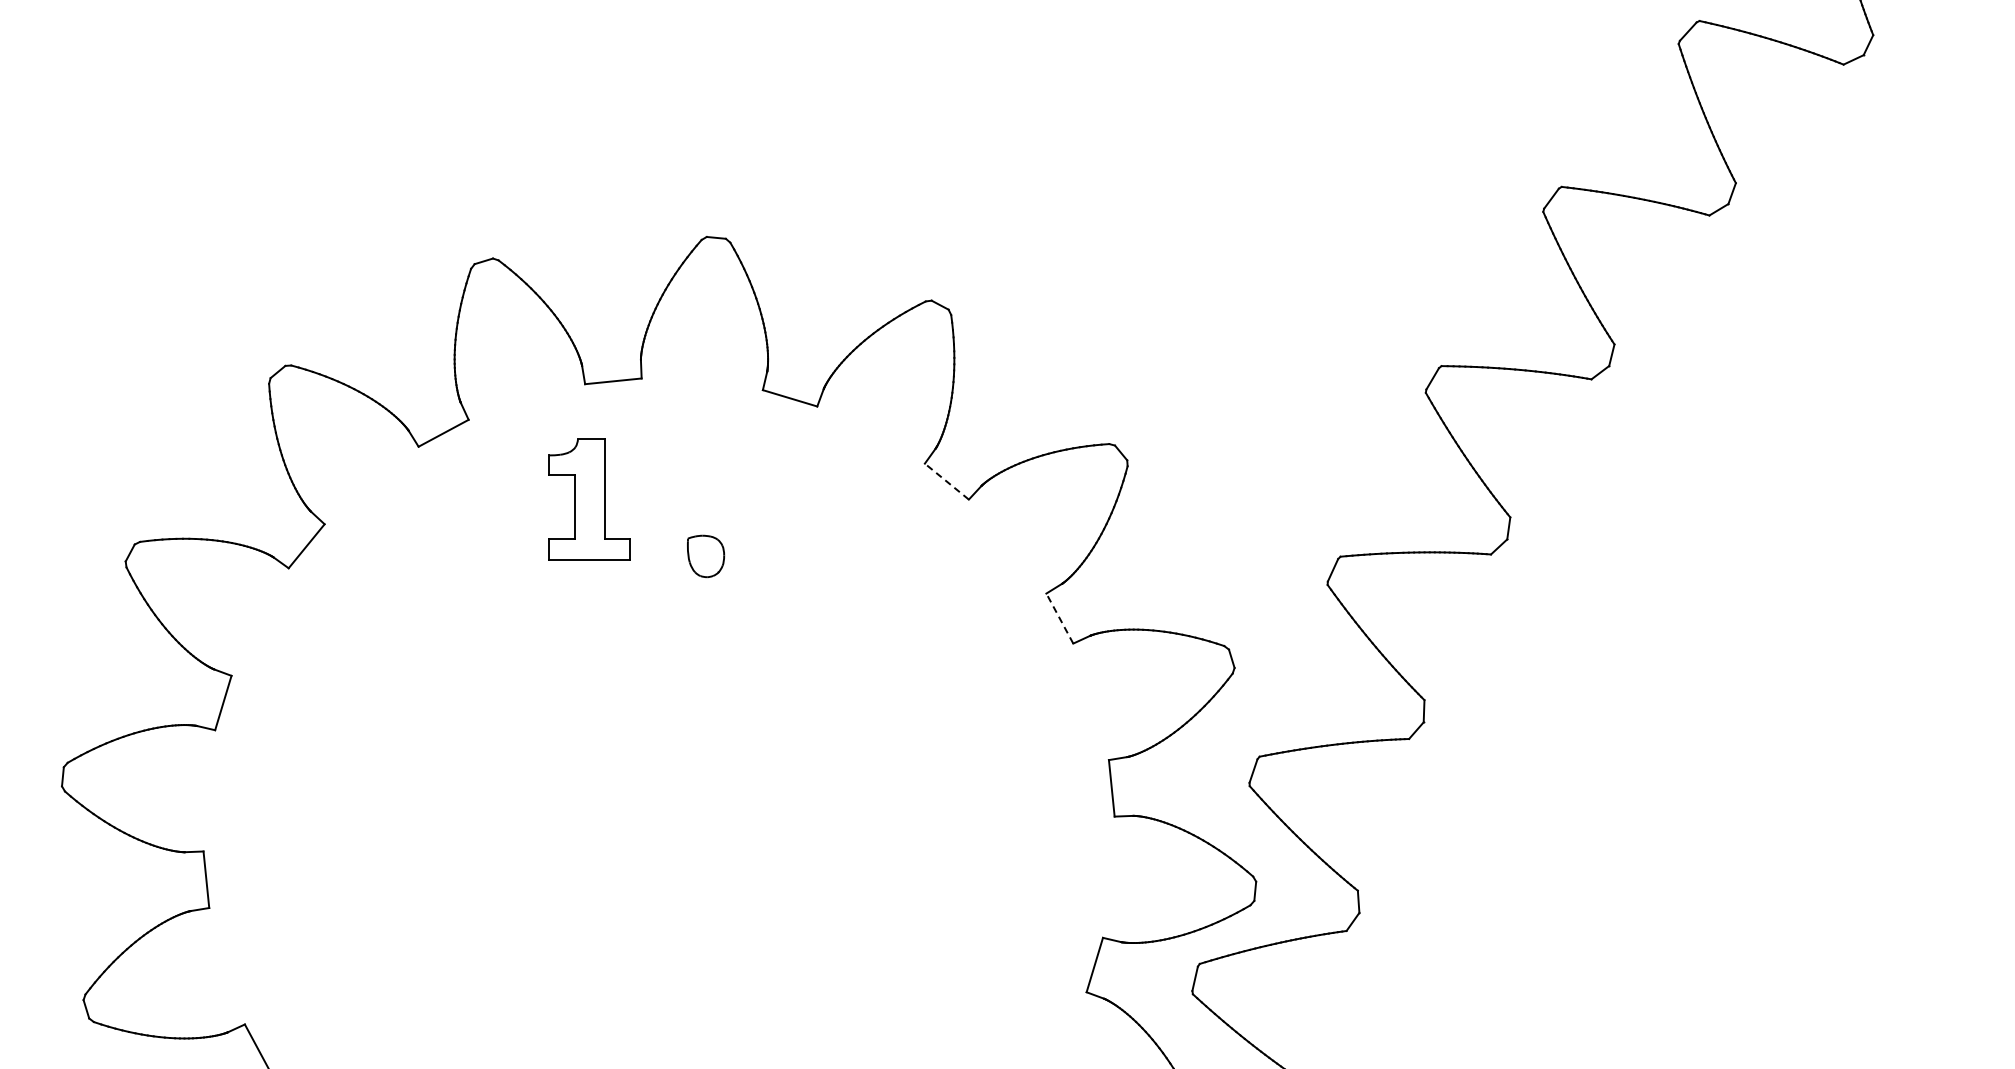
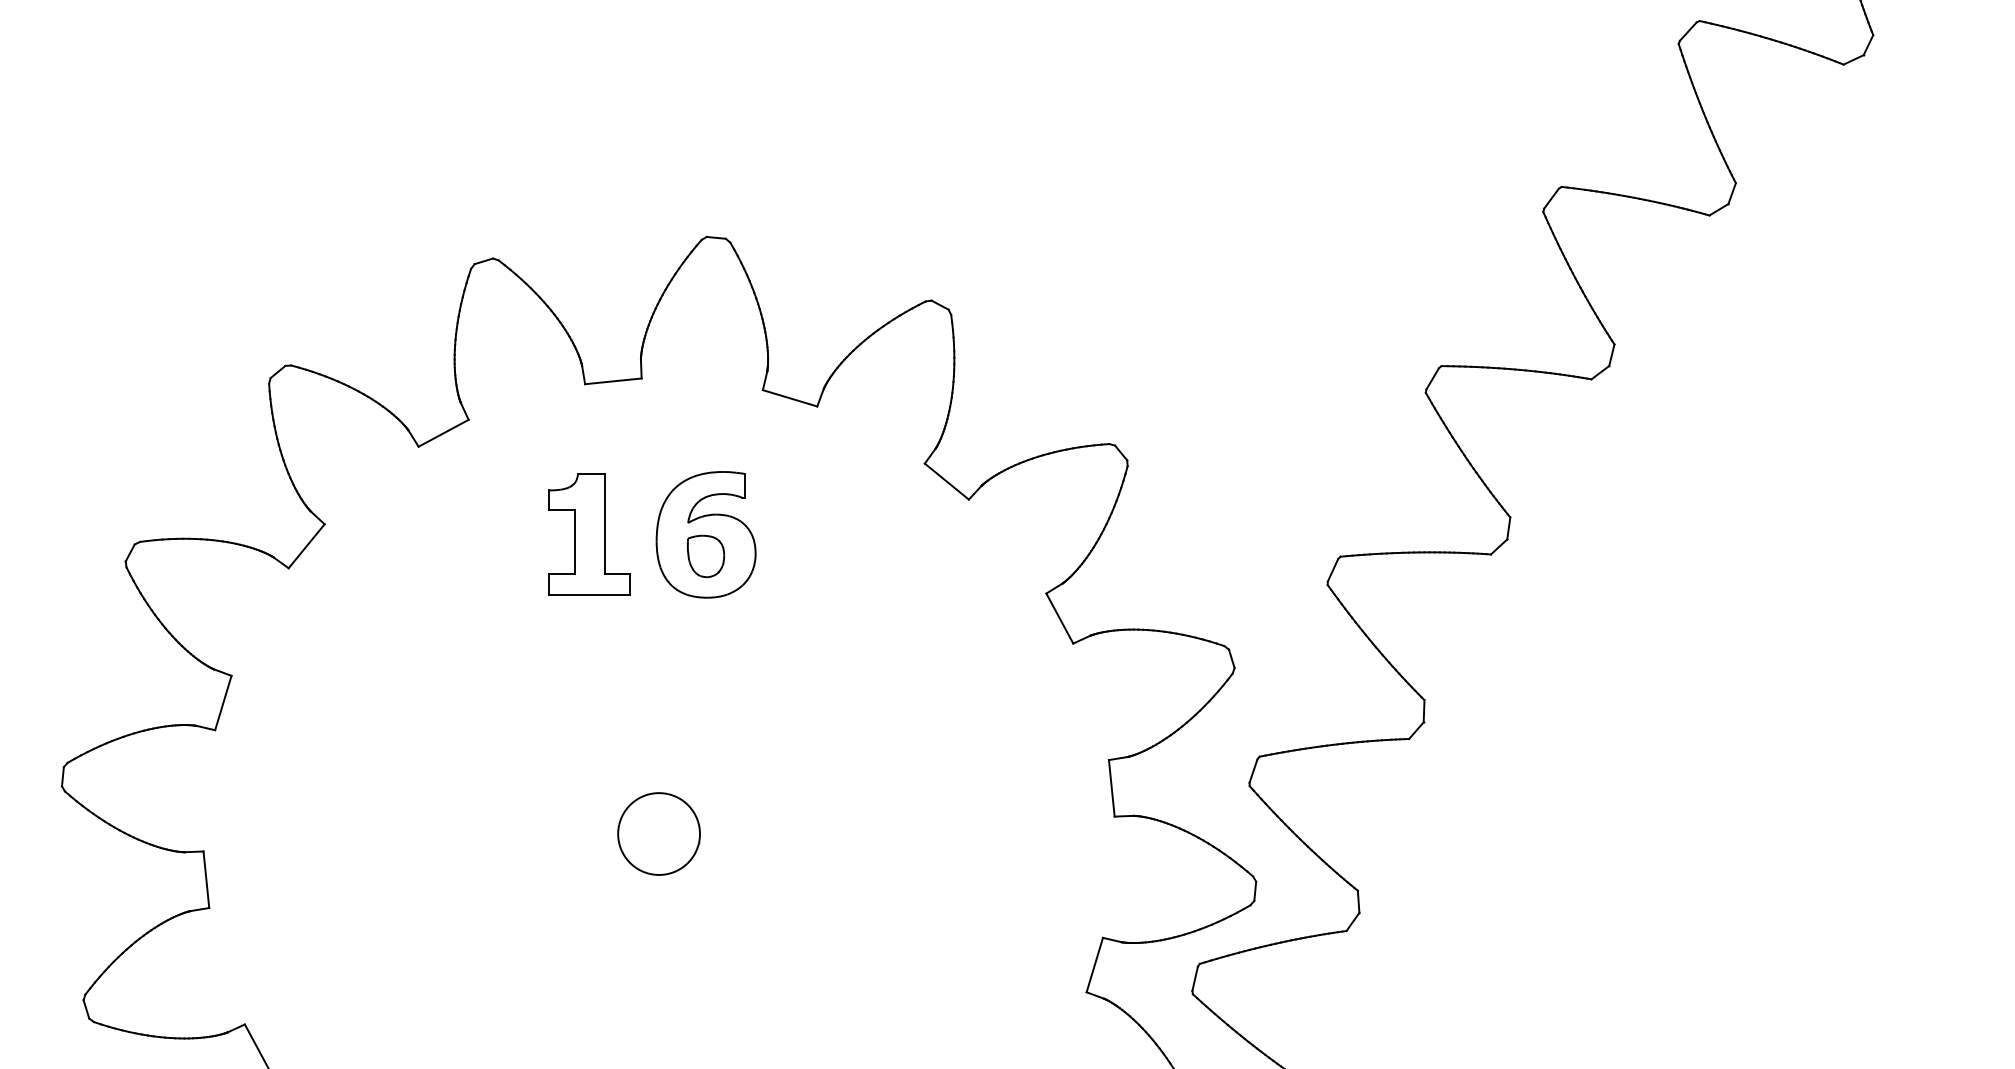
line at (946, 481): dashed -> solid
part at (589, 499) position: (589, 499) -> (589, 534)
part at (705, 534): none -> present
line at (1059, 618): dashed -> solid
part at (658, 833): none -> present
